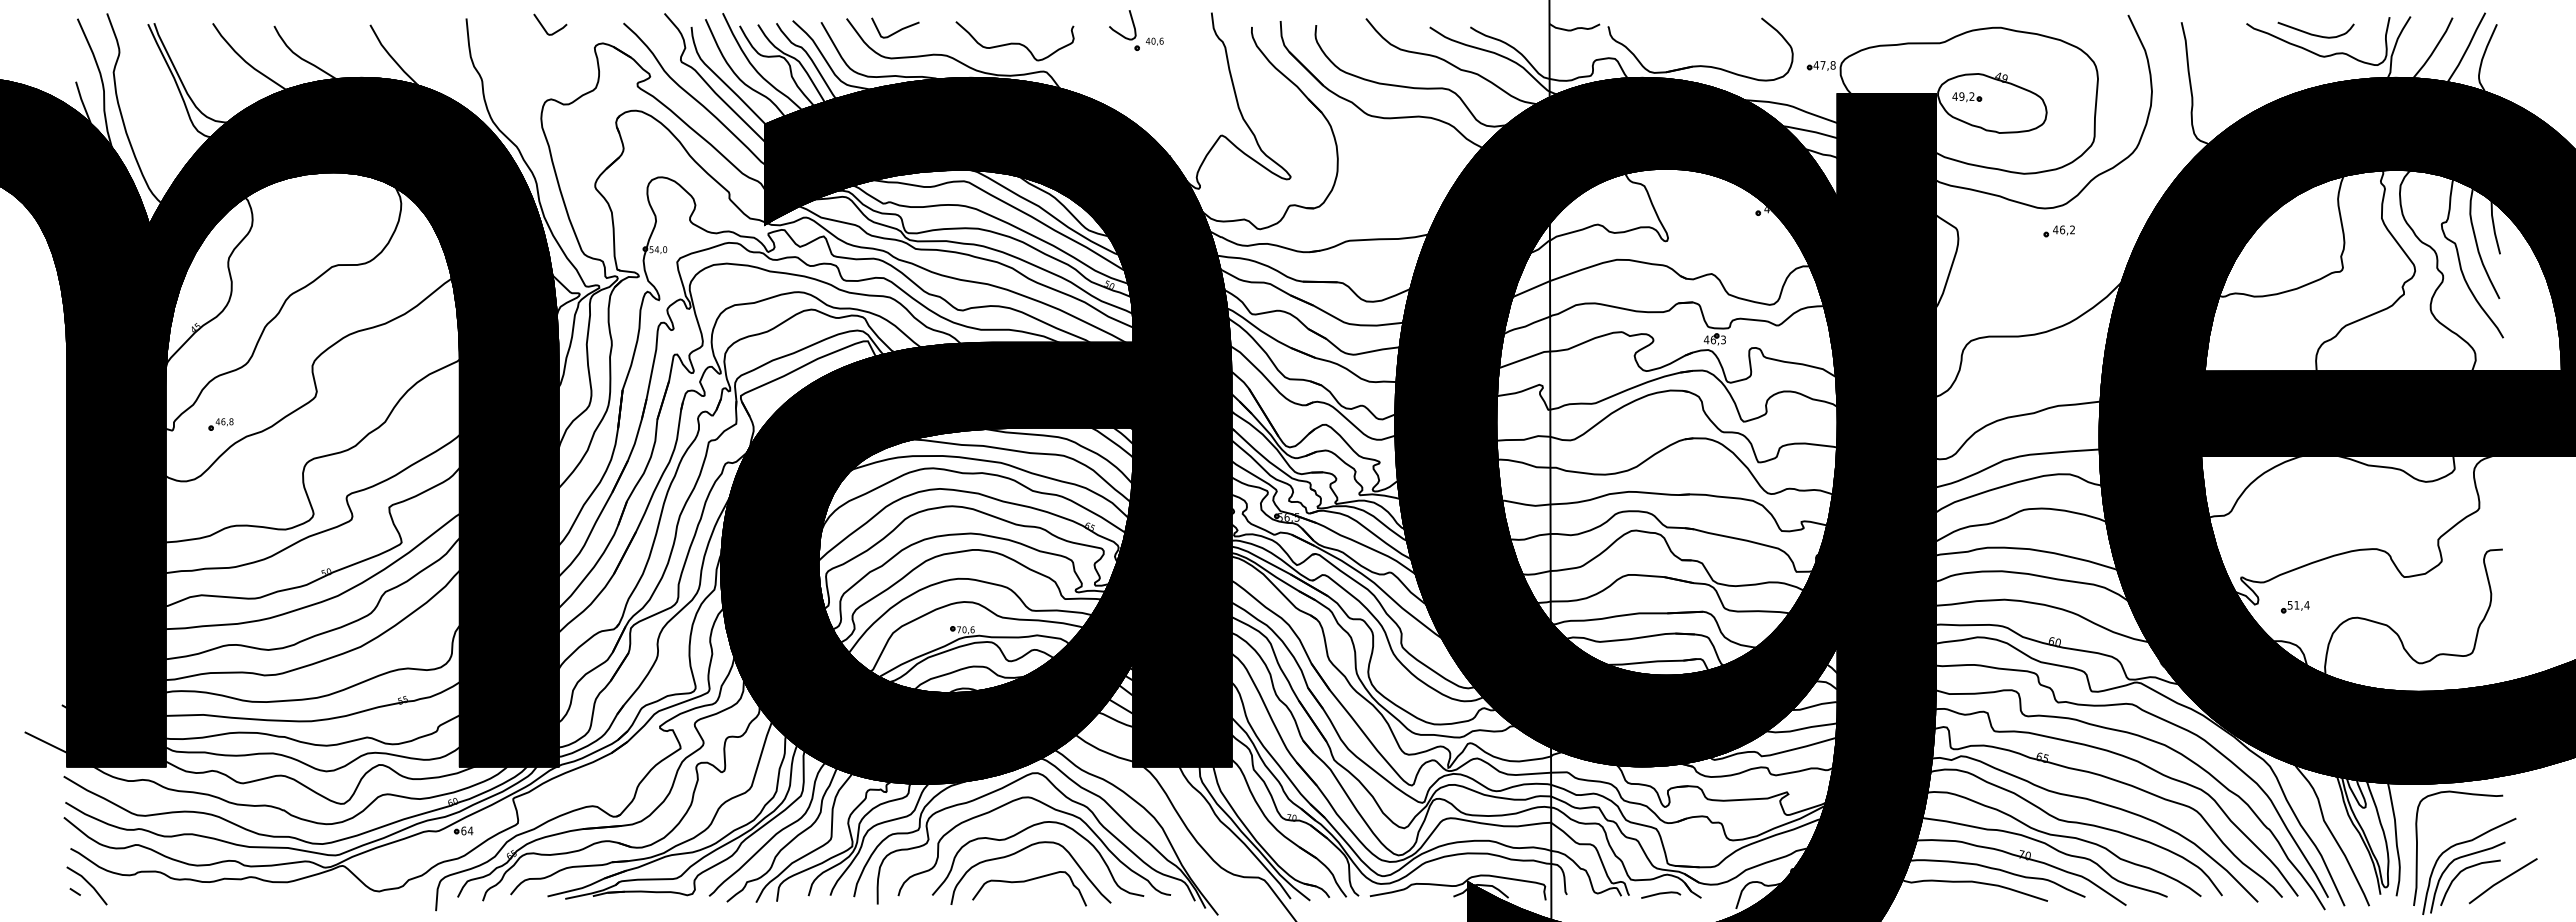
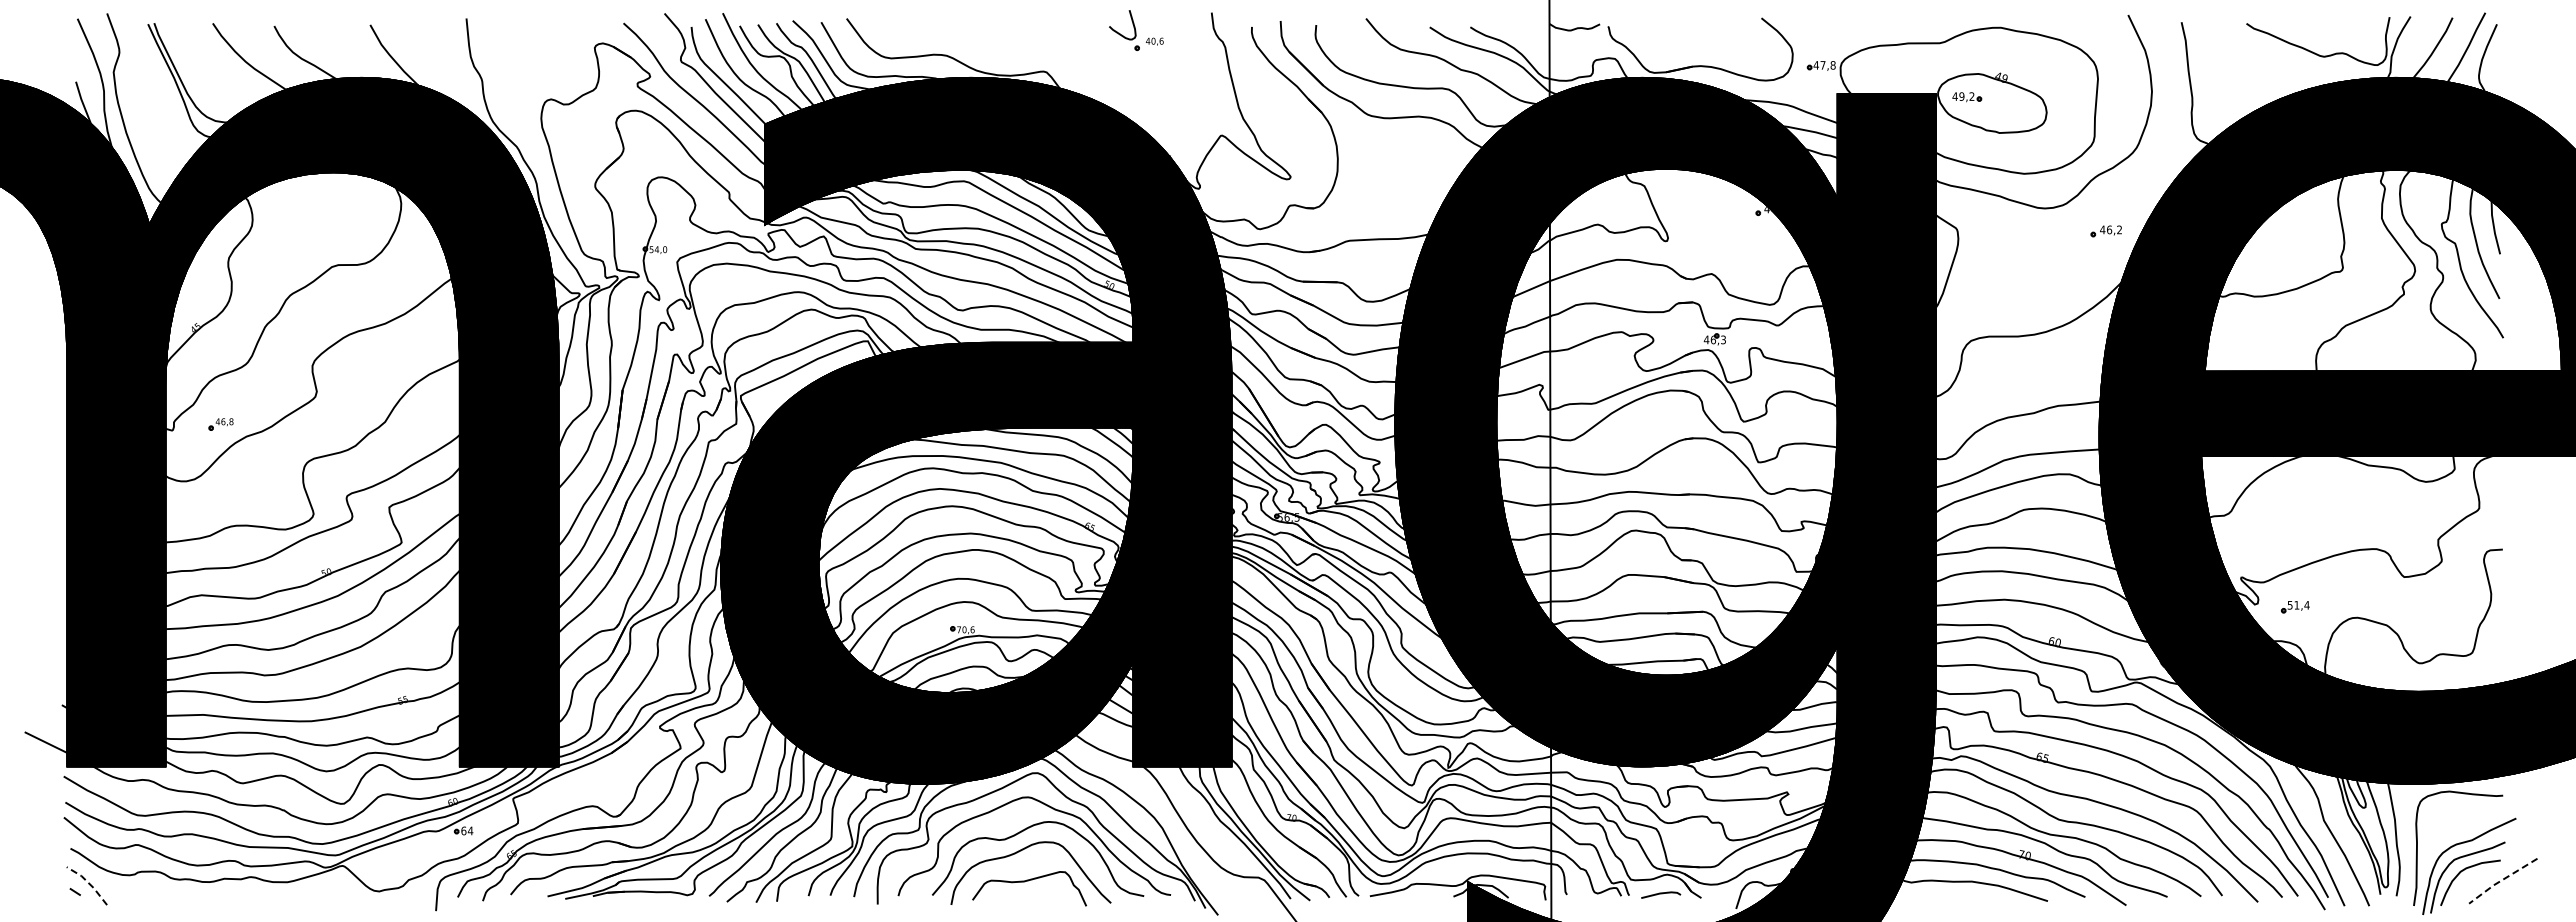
curve at (544, 27): present -> none
curve at (897, 30): present -> none
curve at (2312, 33): present -> none
curve at (1014, 42): present -> none
part at (2058, 231) position: (2058, 231) -> (2105, 231)
line at (2502, 880): solid -> dashed
line at (88, 883): solid -> dashed
